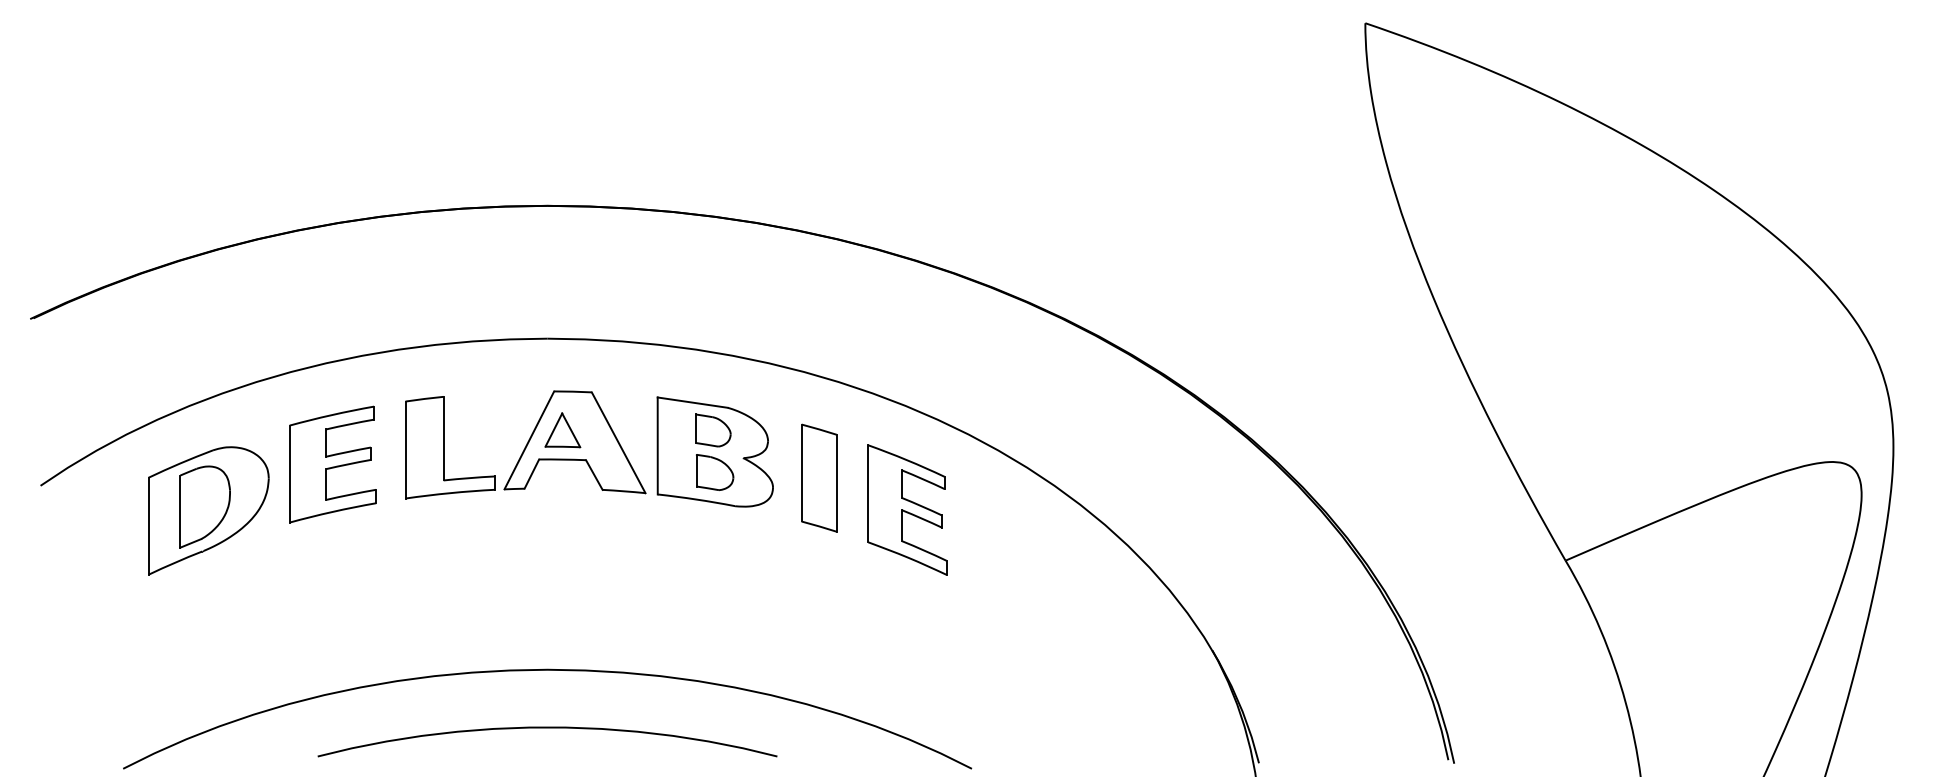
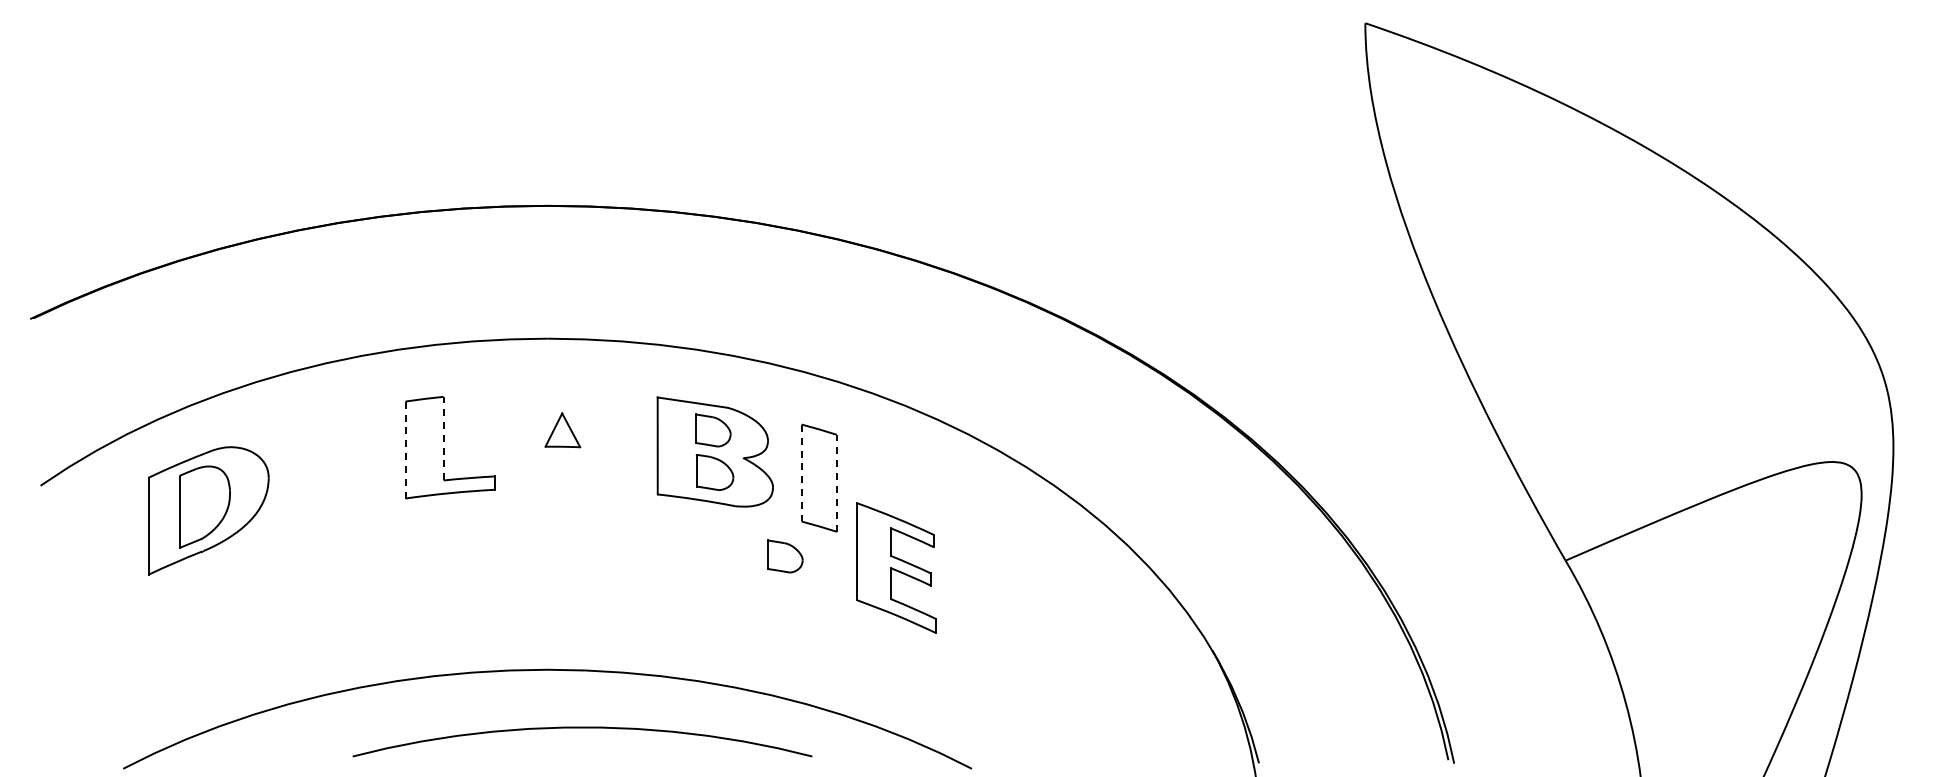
line at (443, 438): solid -> dashed
part at (574, 442): present -> none
line at (405, 450): solid -> dashed
part at (332, 464): present -> none
line at (801, 473): solid -> dashed
line at (836, 482): solid -> dashed
part at (907, 509) position: (907, 509) -> (896, 567)
part at (785, 556): none -> present
curve at (547, 728) position: (547, 728) -> (582, 728)
